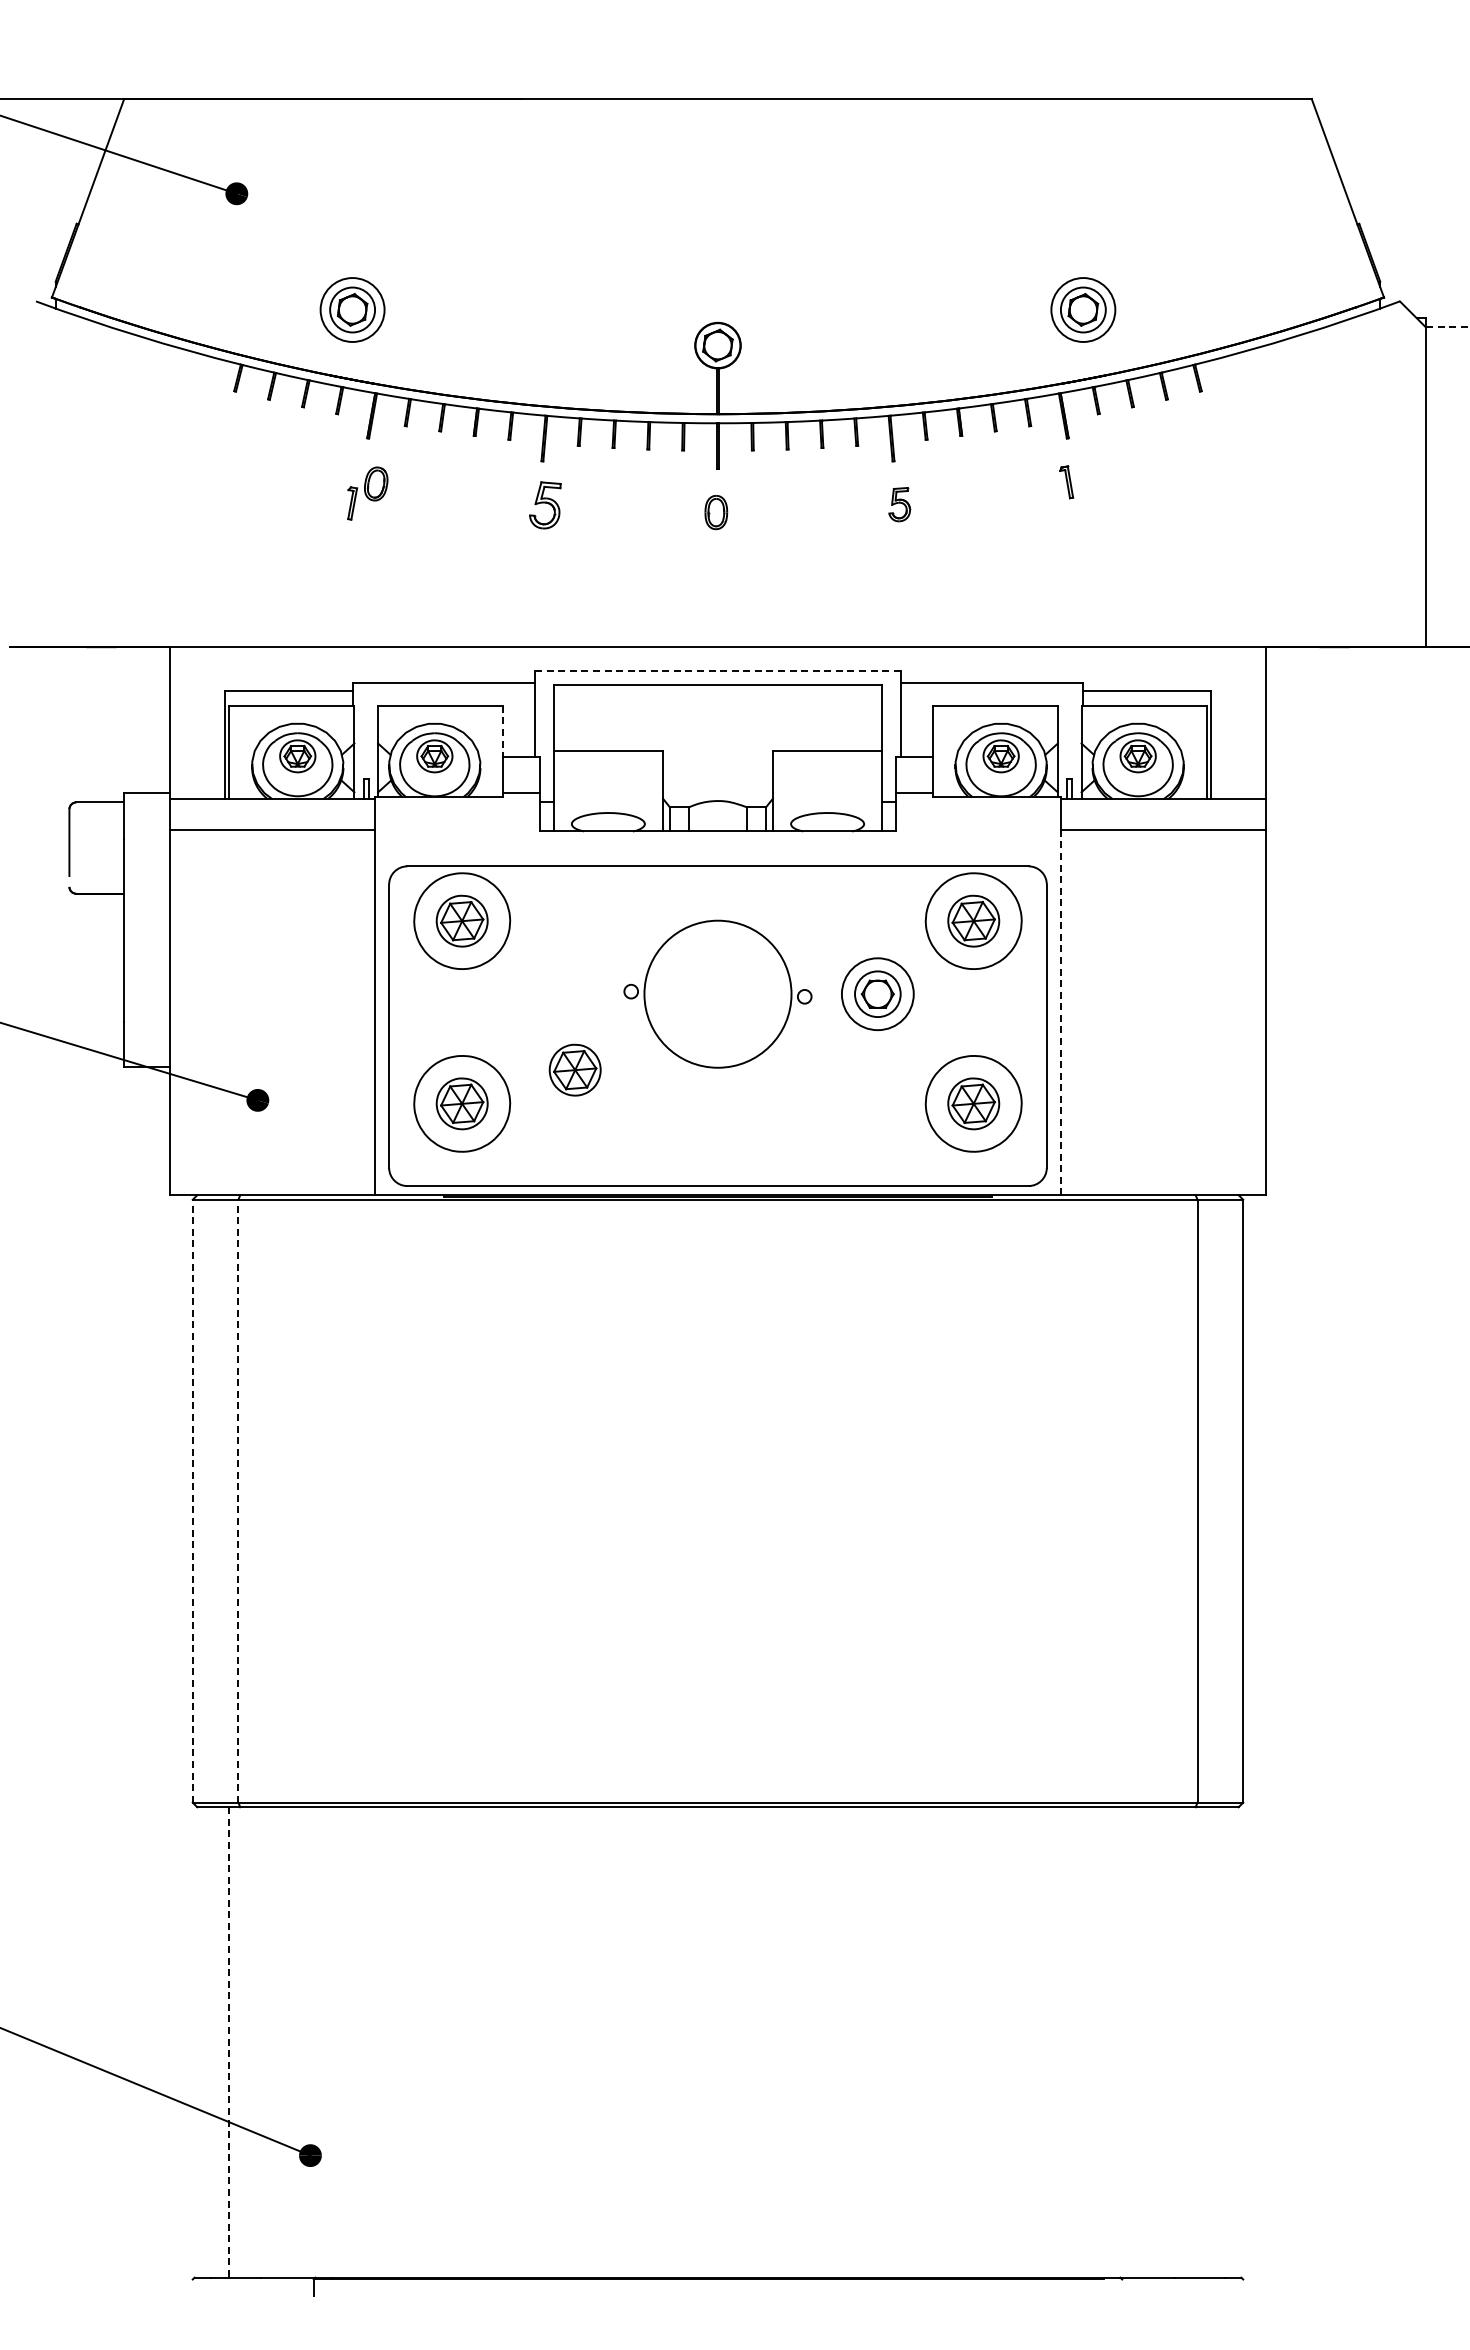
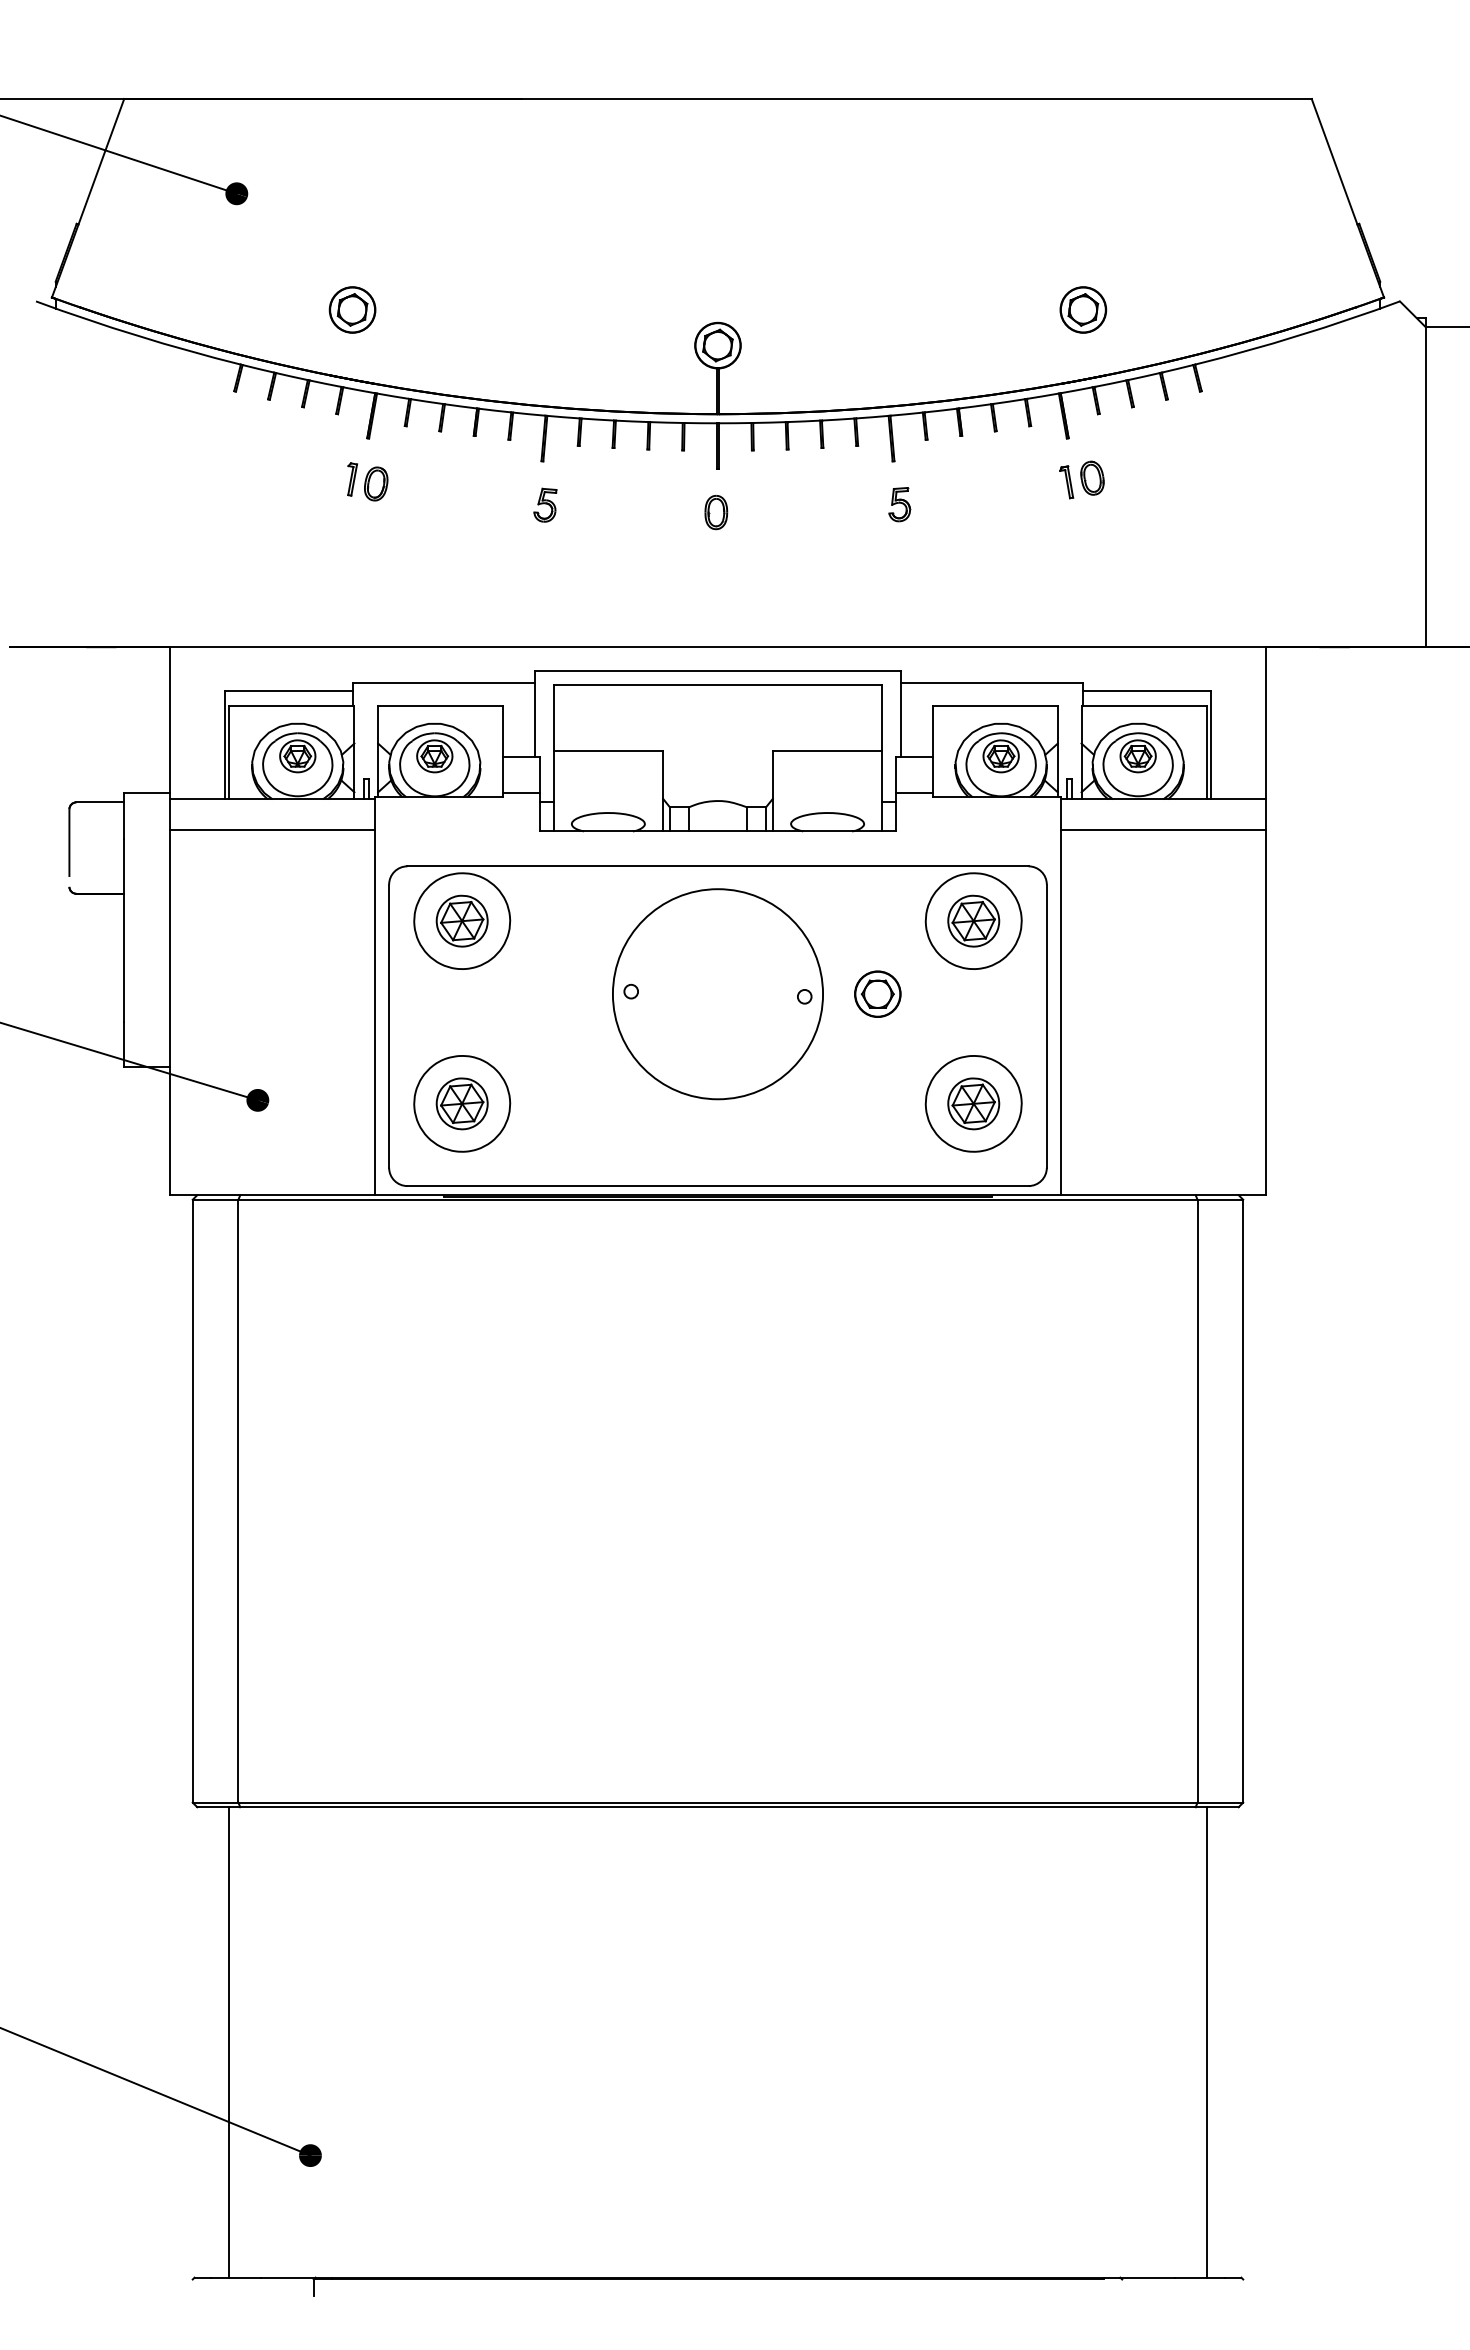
circle at (352, 309) diameter: 64 px -> 46 px
circle at (1083, 309) diameter: 64 px -> 46 px
line at (1447, 327): dashed -> solid
part at (1092, 477): none -> present
part at (352, 503) position: (352, 503) -> (352, 479)
part at (545, 505) size: 33x49 px -> 25x36 px
line at (717, 670): dashed -> solid
line at (503, 731): dashed -> solid
circle at (717, 993) diameter: 147 px -> 210 px
circle at (877, 994) diameter: 72 px -> 45 px
line at (1060, 1012): dashed -> solid
part at (574, 1069): present -> none
line at (192, 1500): dashed -> solid
line at (238, 1500): dashed -> solid
line at (229, 2042): dashed -> solid
line at (1206, 2042): none -> present
